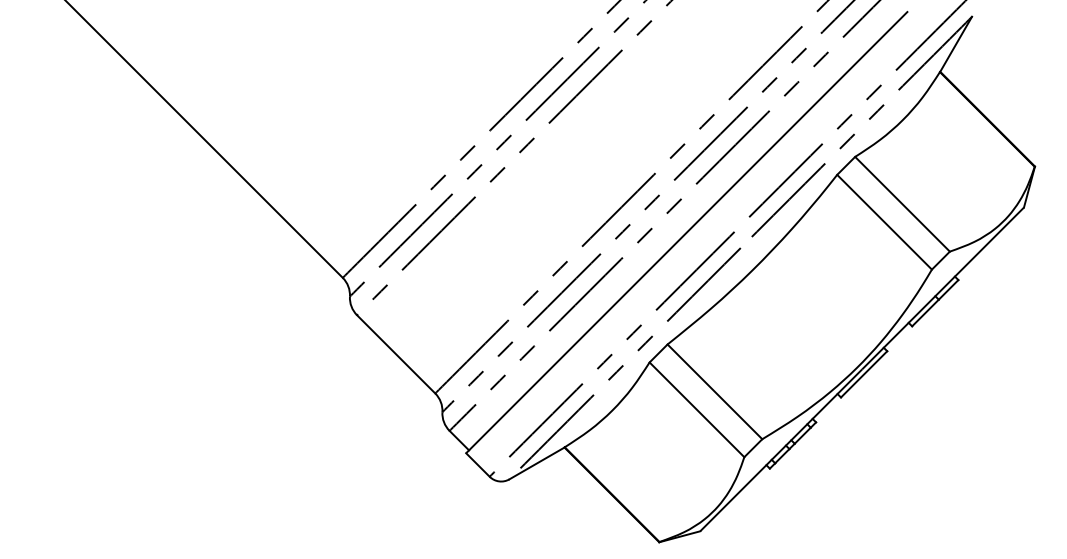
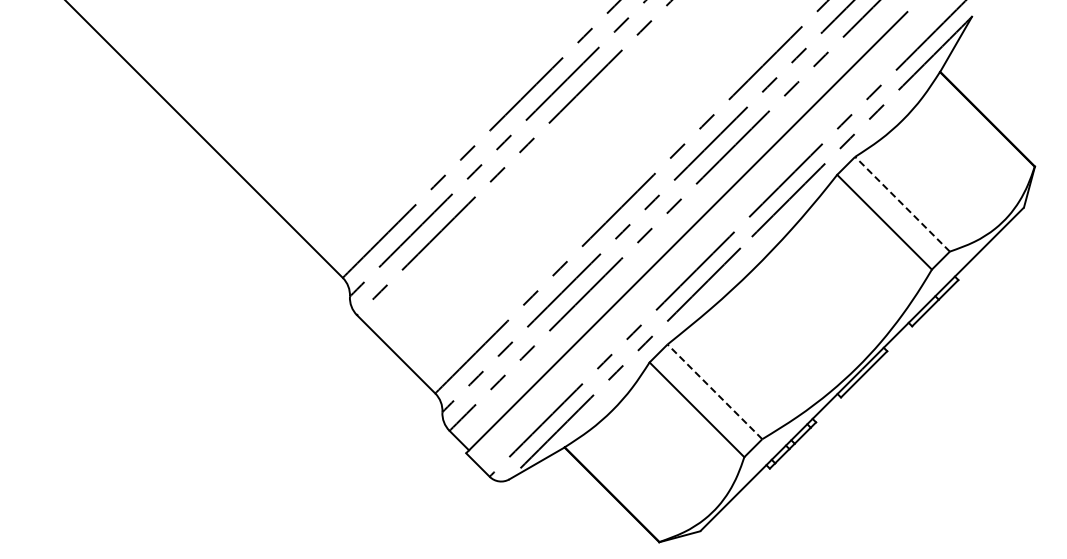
line at (902, 204): solid -> dashed
line at (714, 391): solid -> dashed
